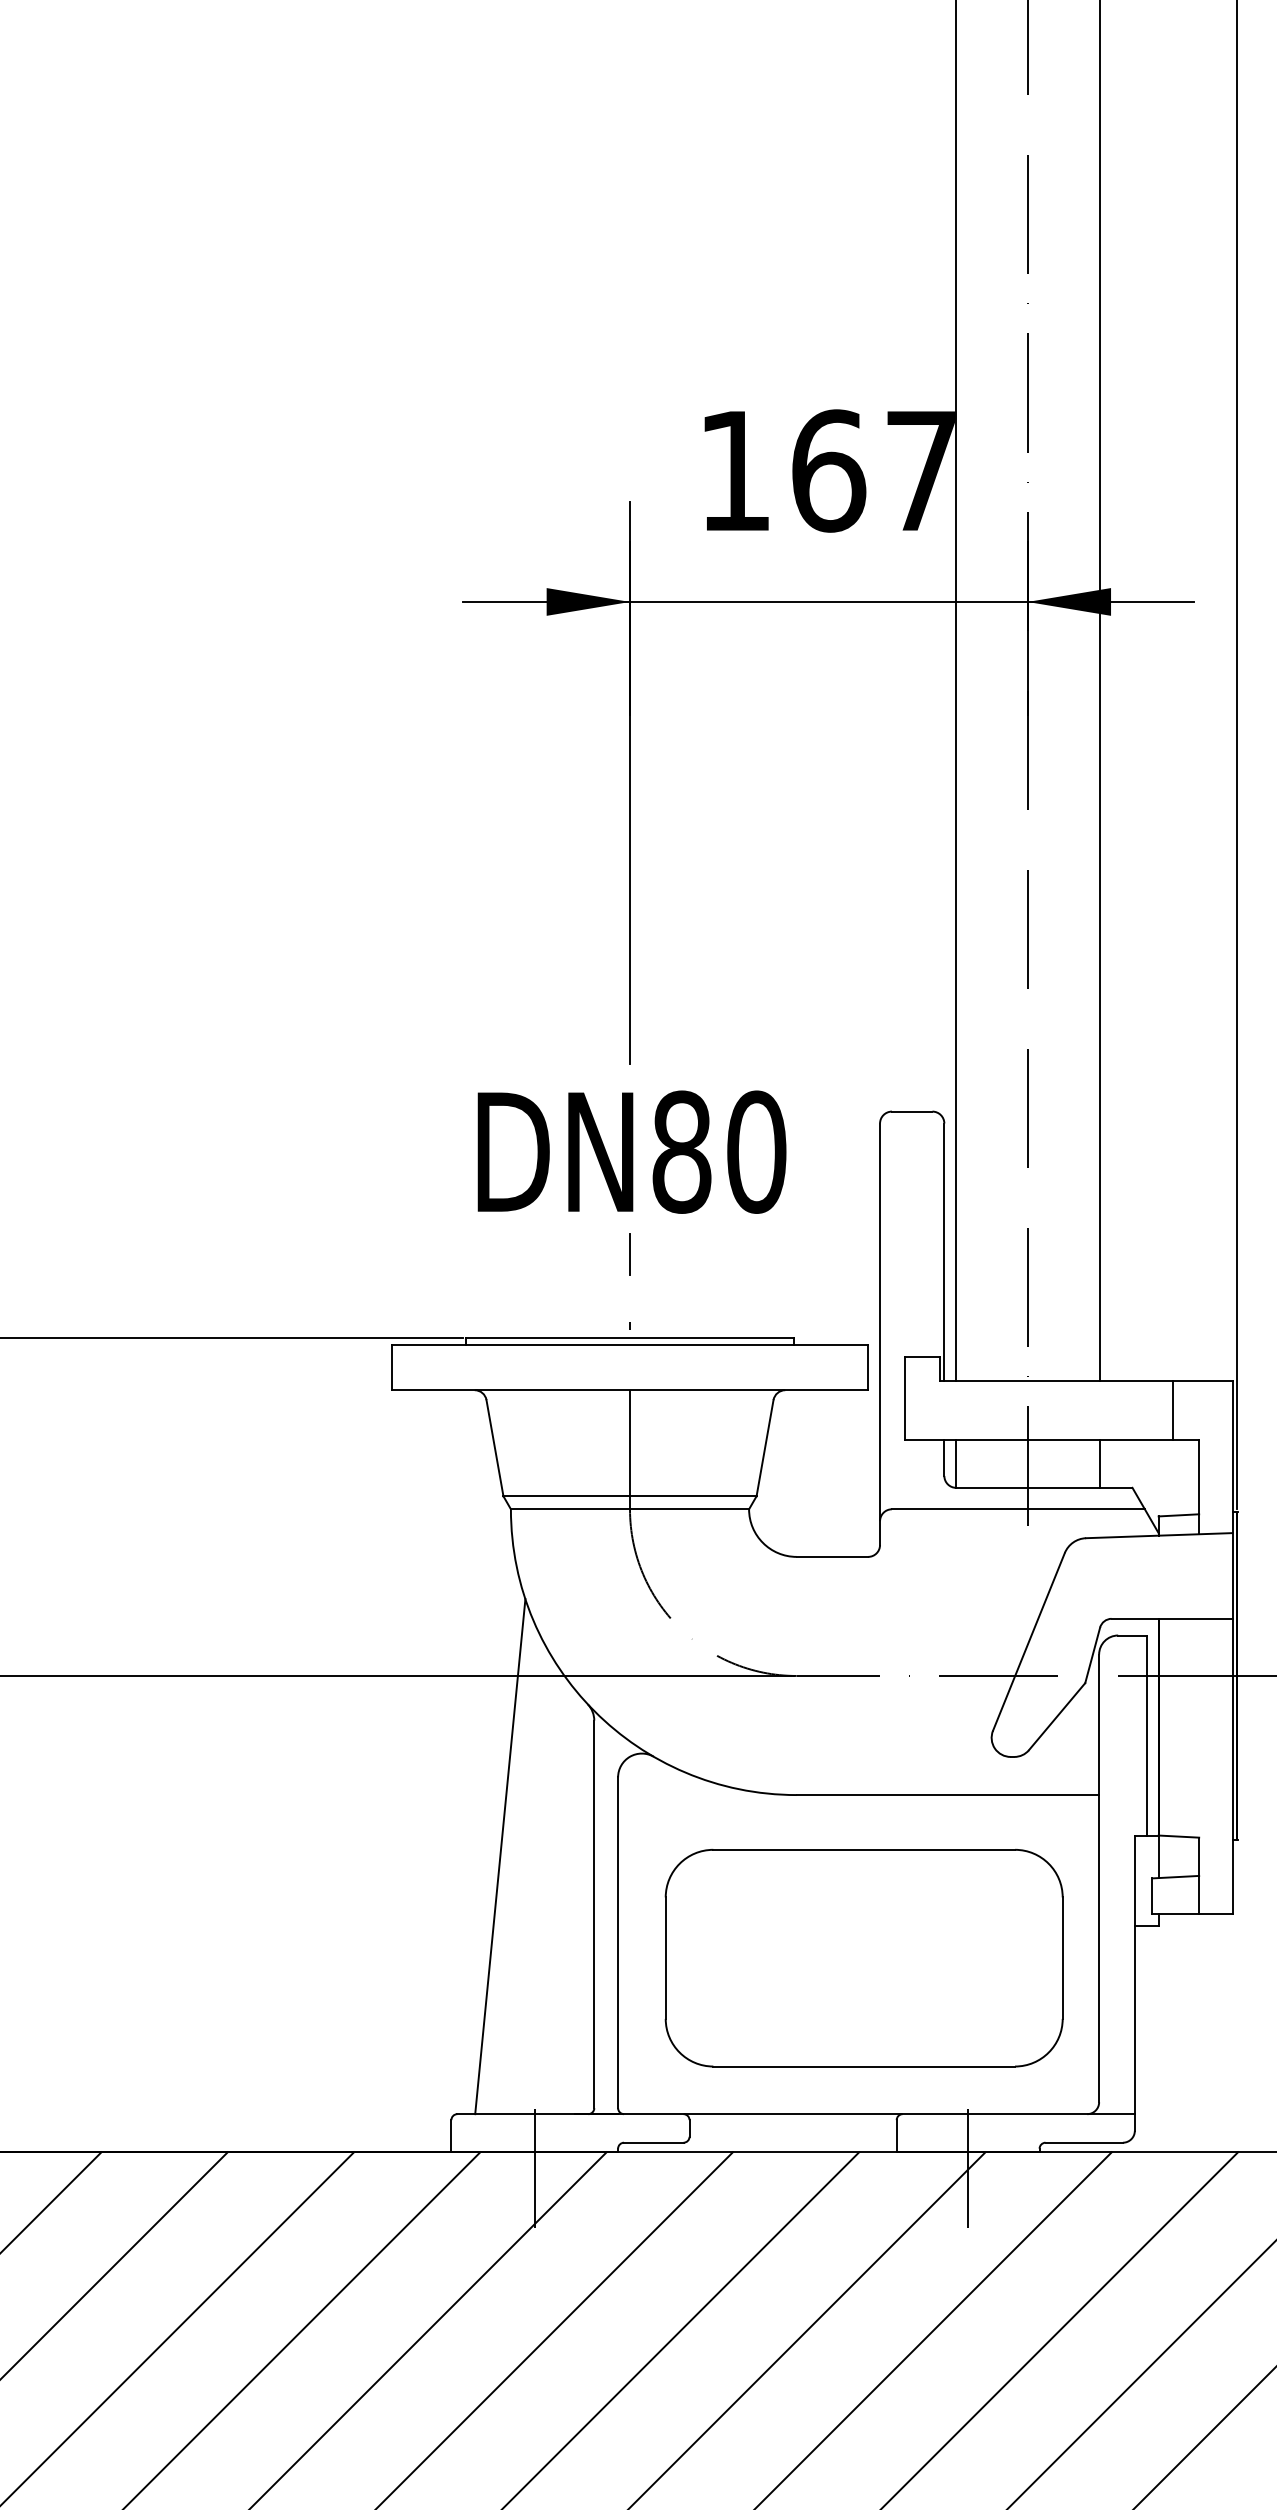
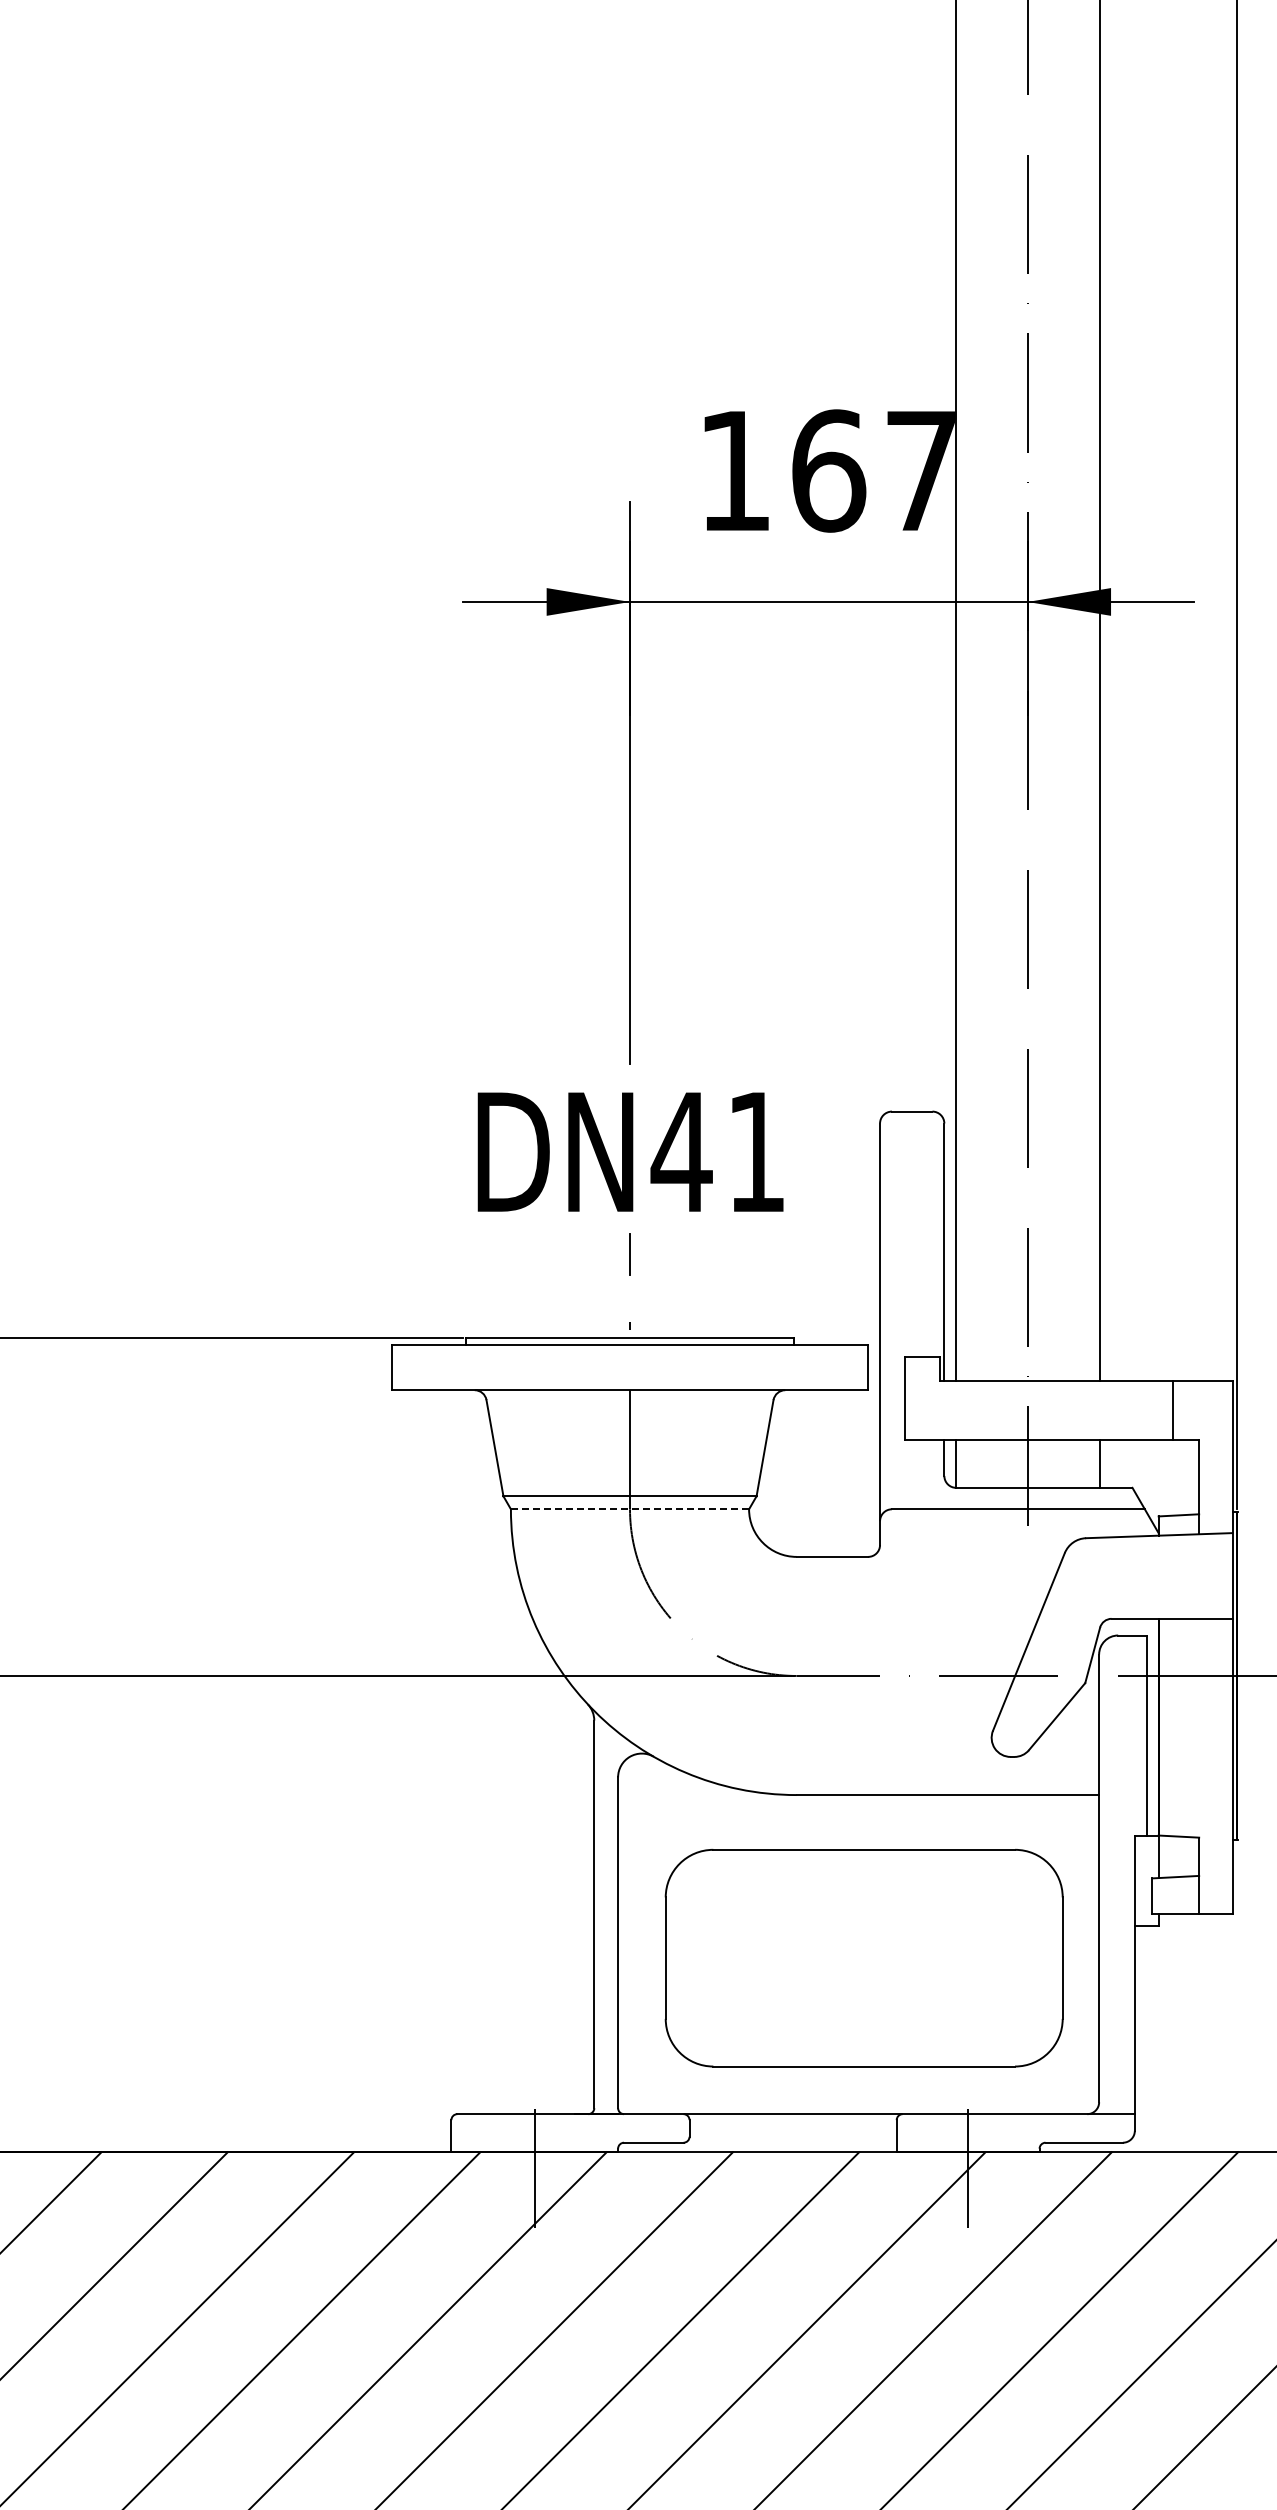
text at (718, 1151): DN80 -> DN41
line at (629, 1509): solid -> dashed
line at (500, 1856): present -> none
